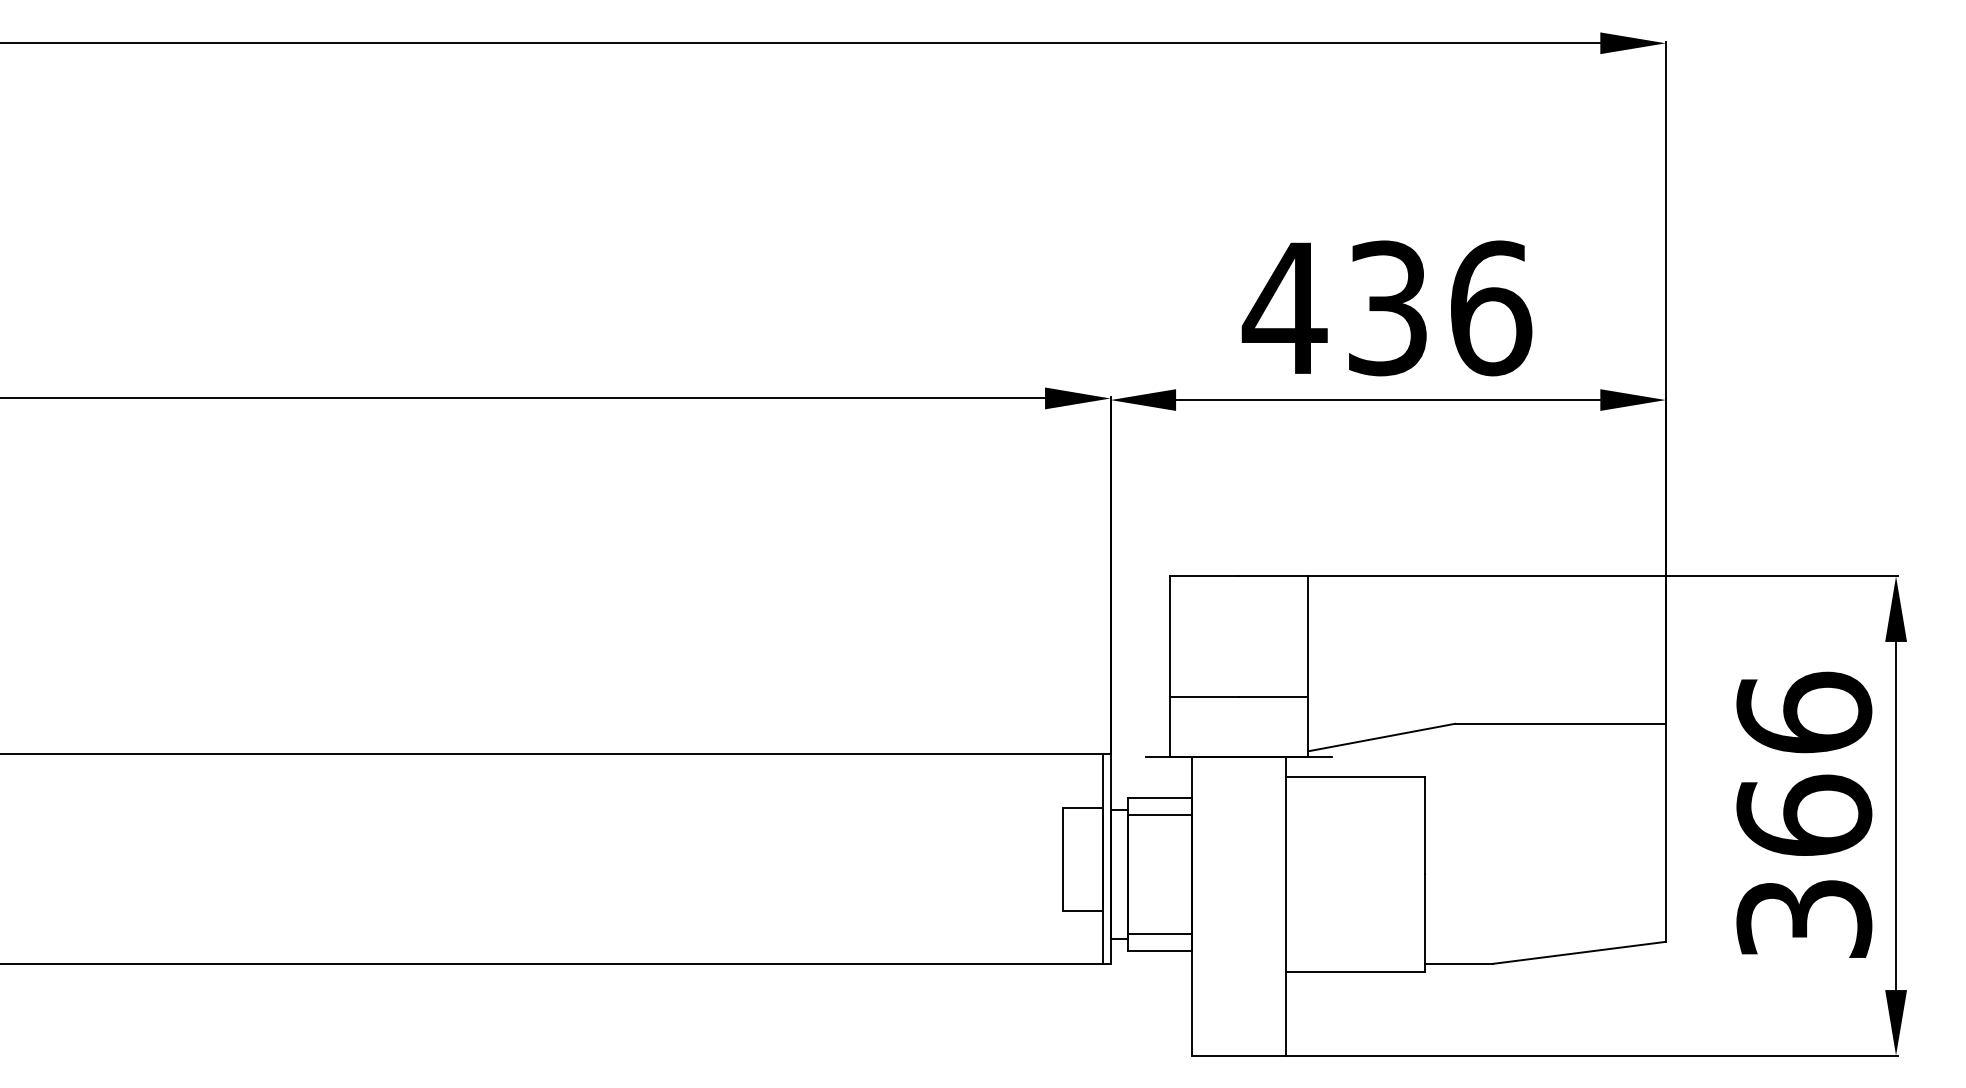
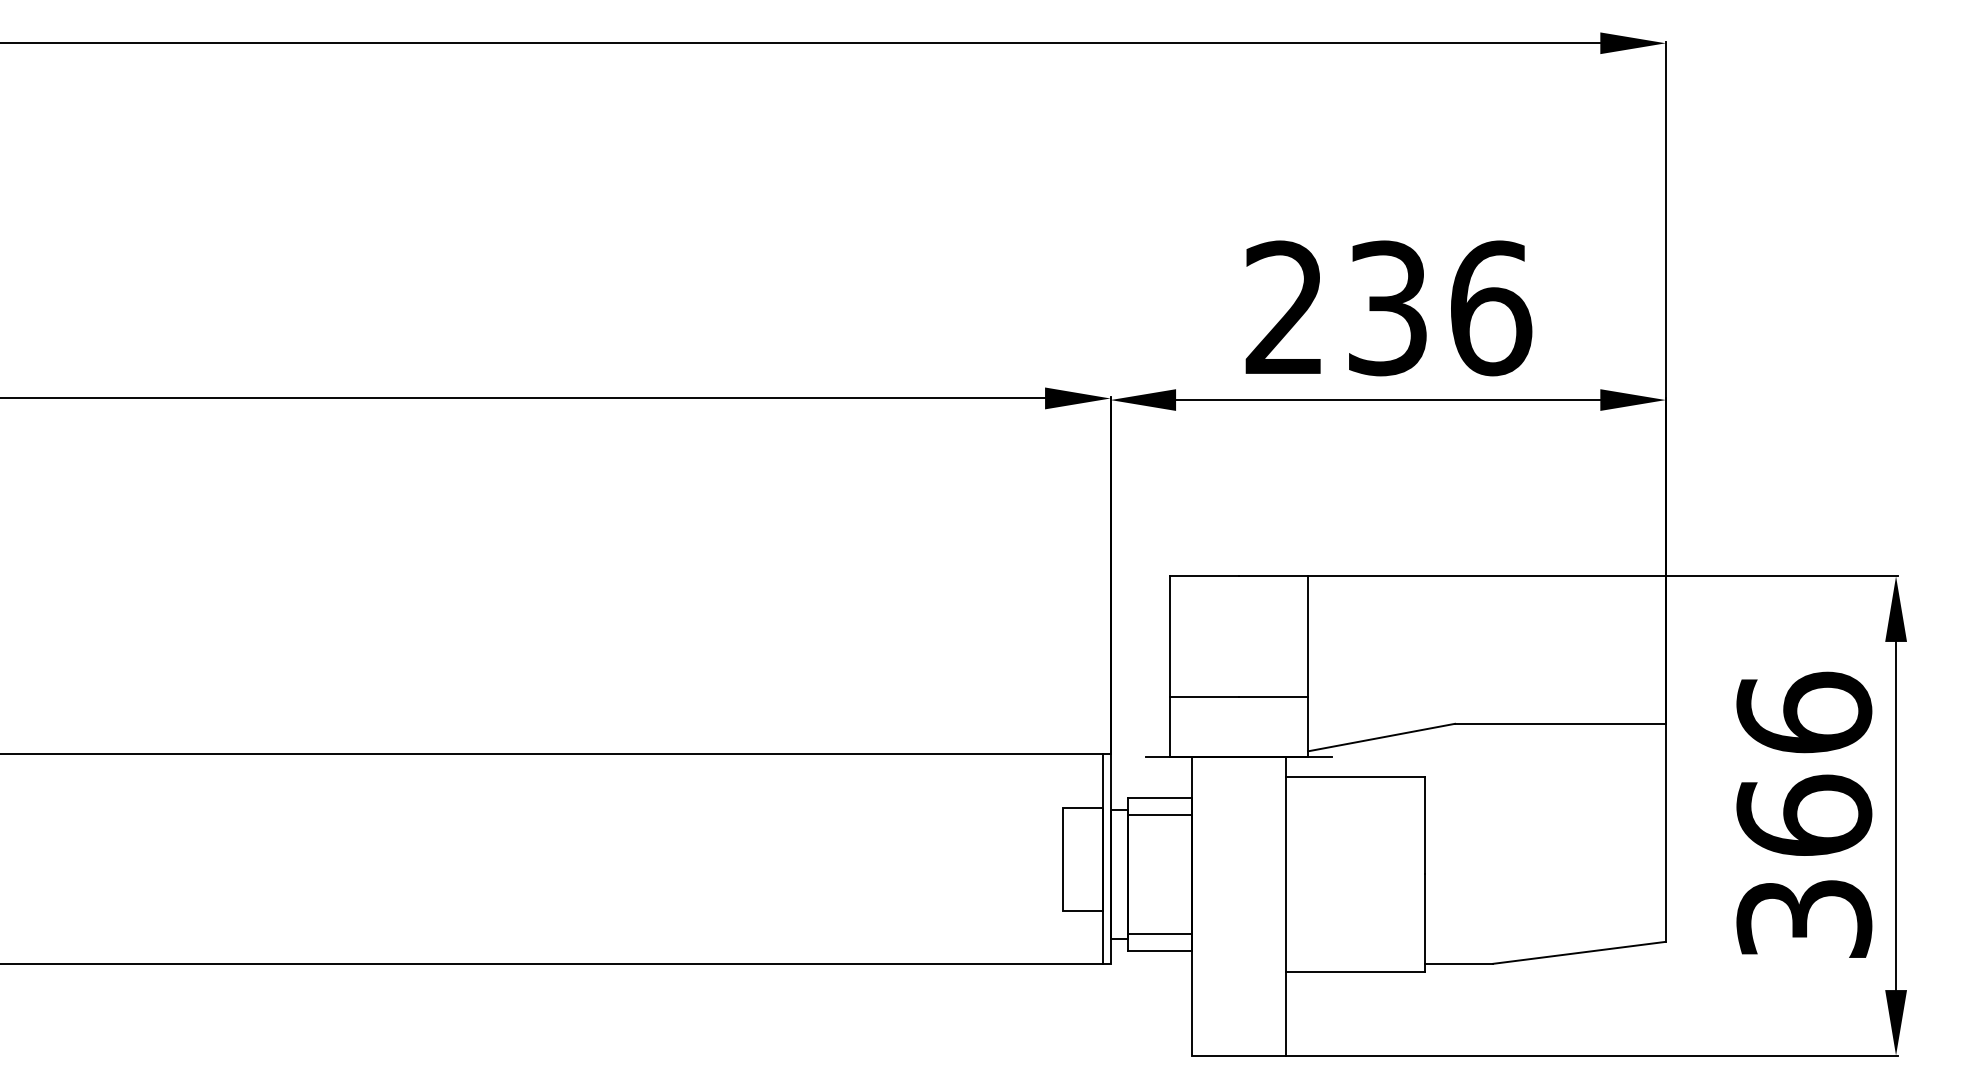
text at (1284, 306): 436 -> 236
